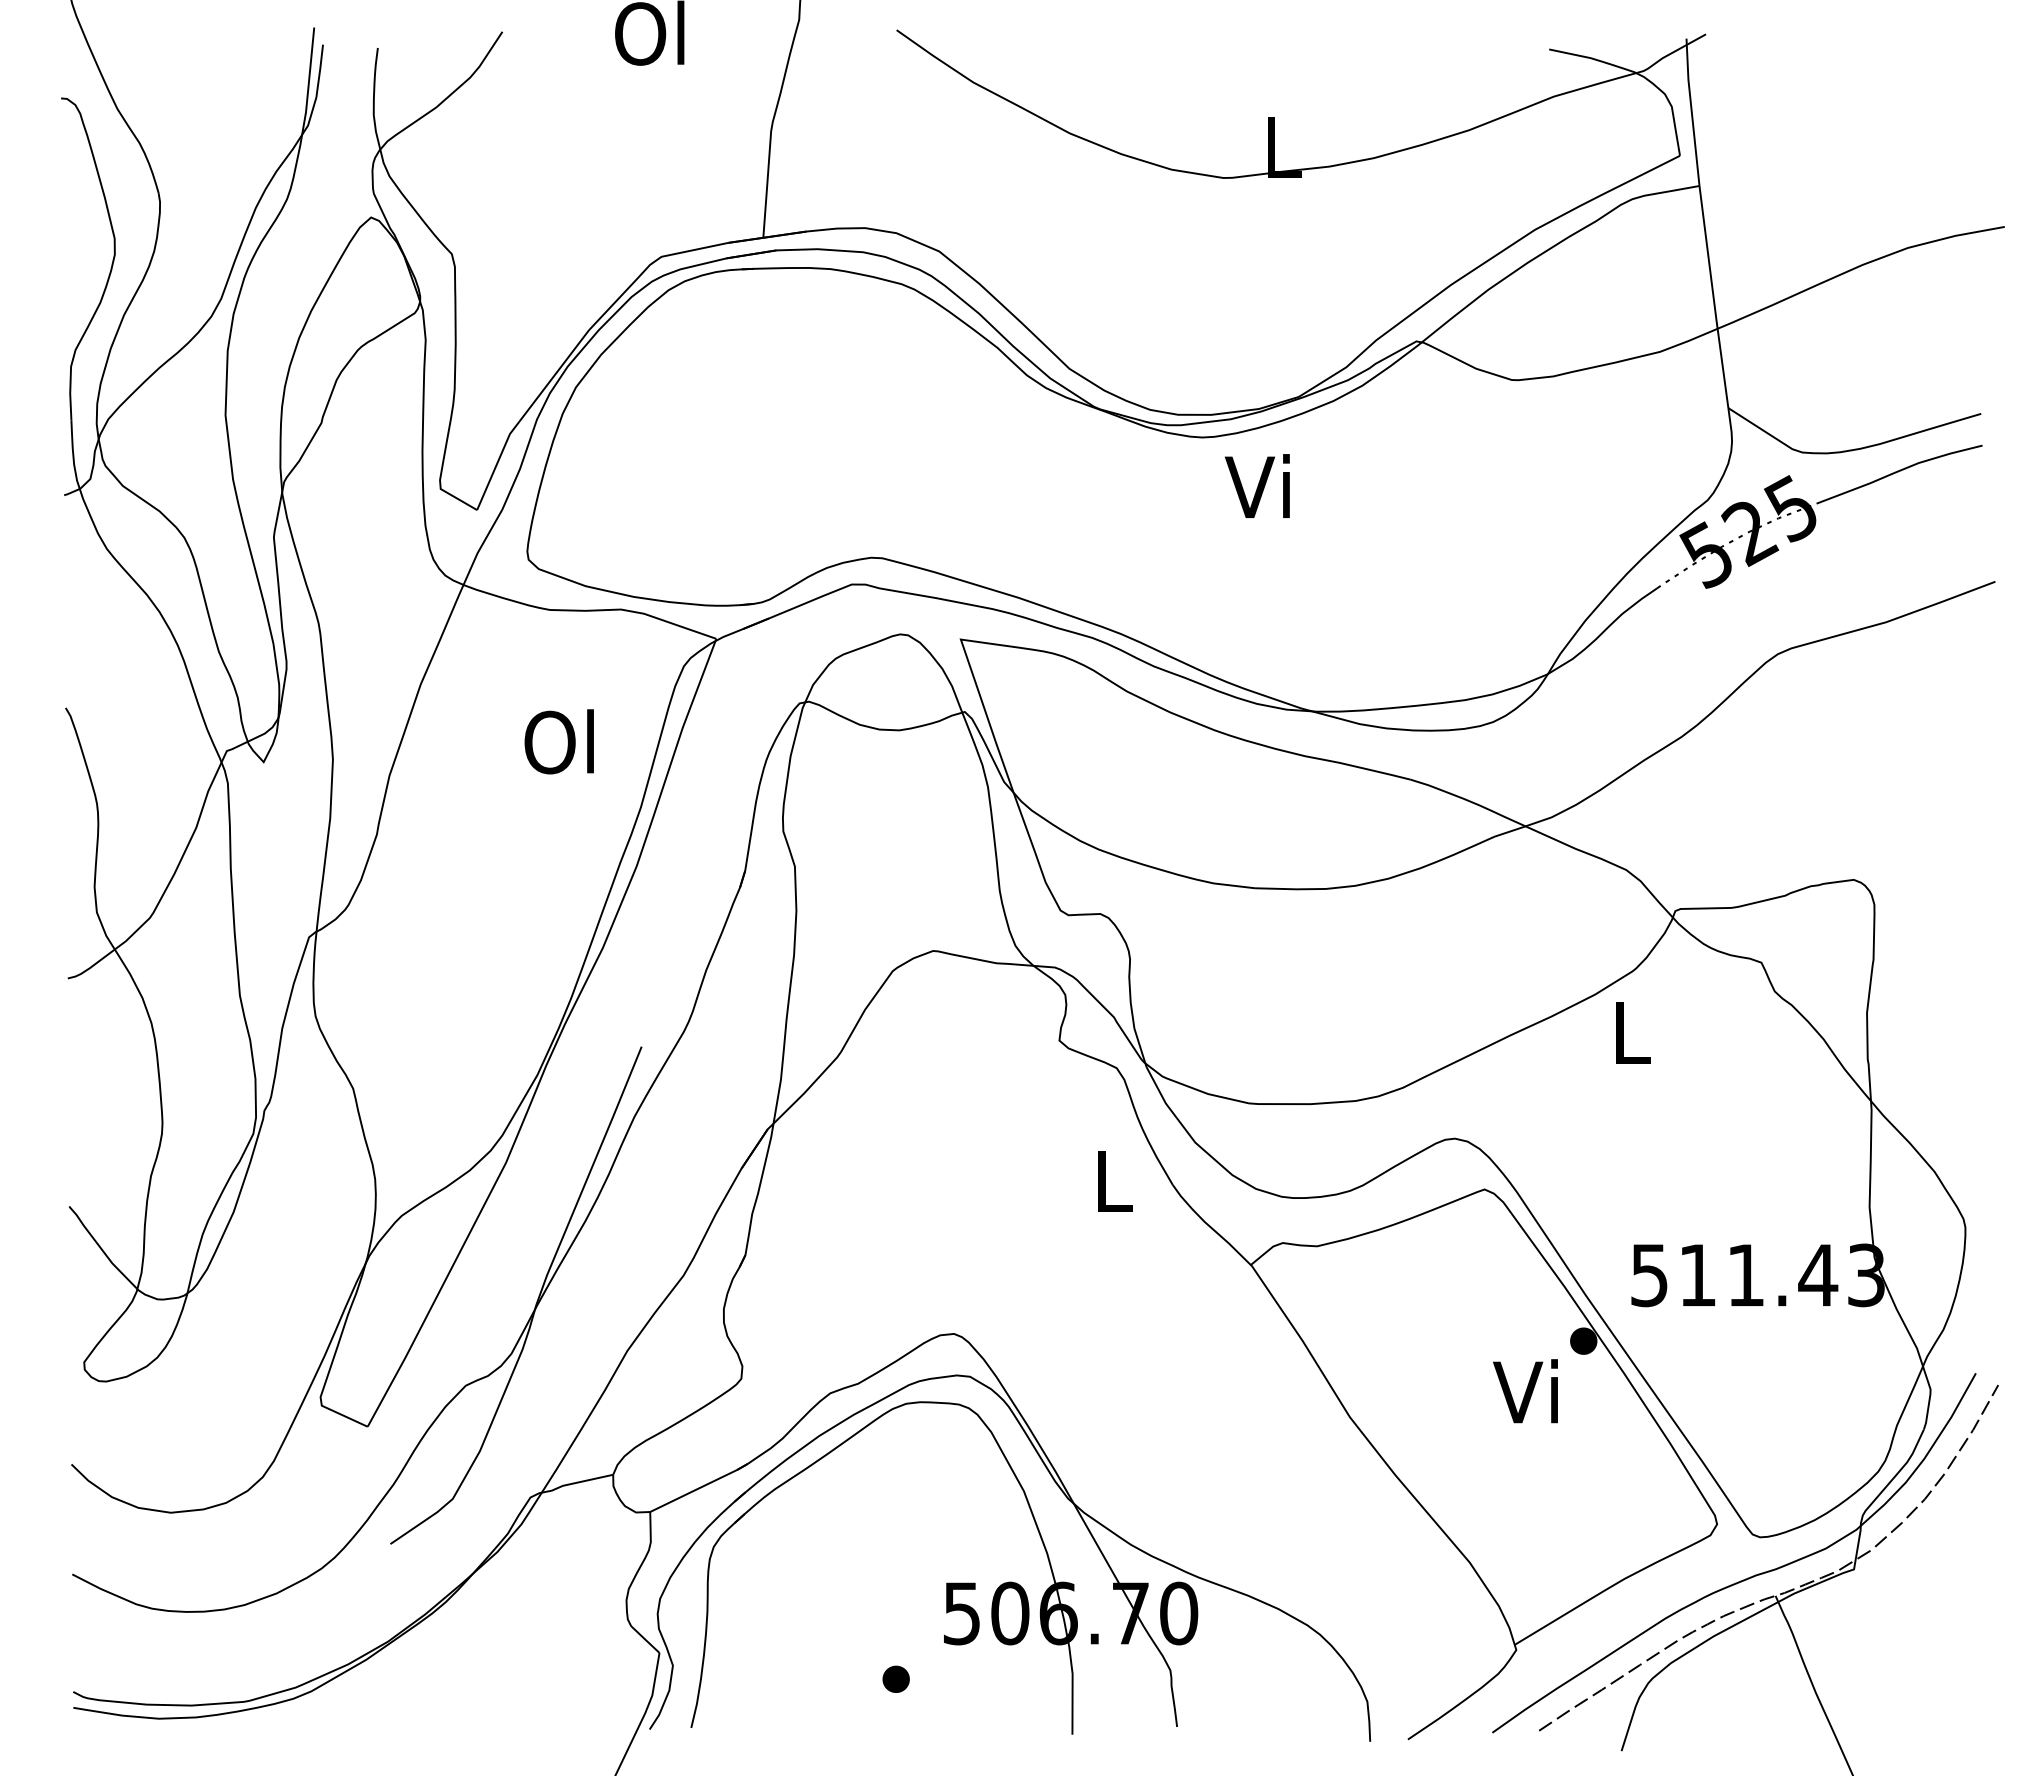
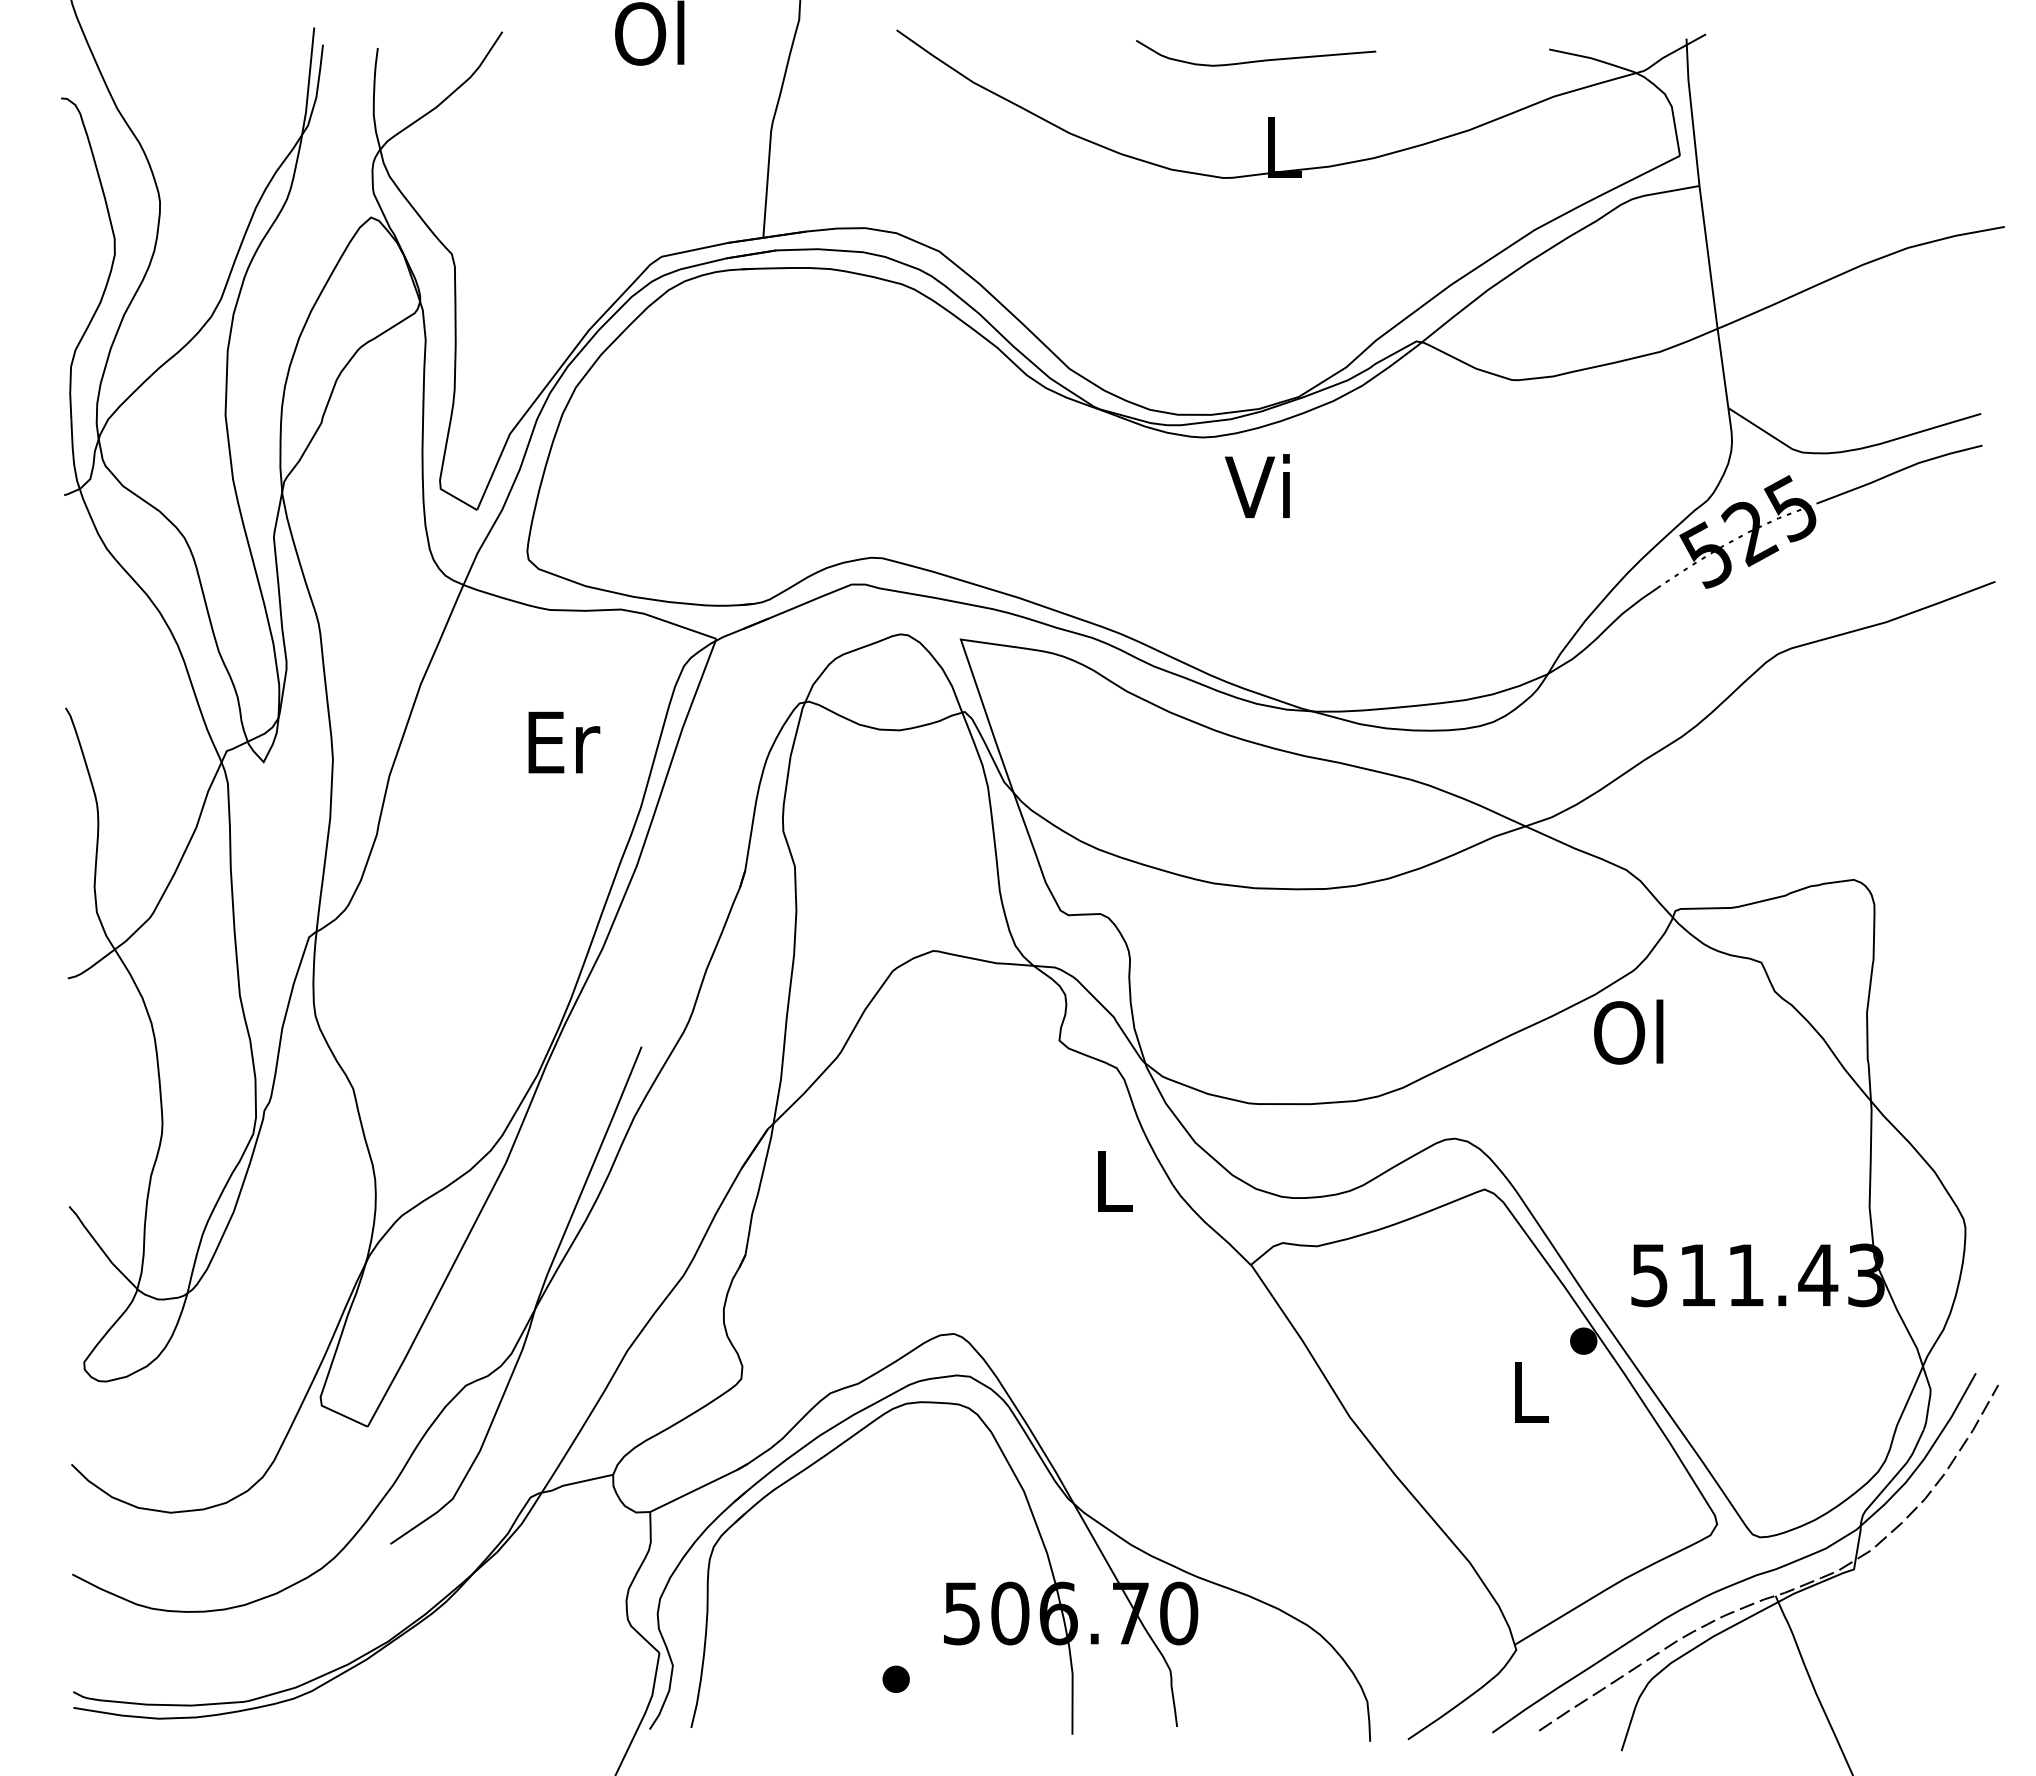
curve at (1256, 60): none -> present
text at (562, 741): Ol -> Er
text at (1628, 1031): L -> Ol
text at (1525, 1391): Vi -> L
